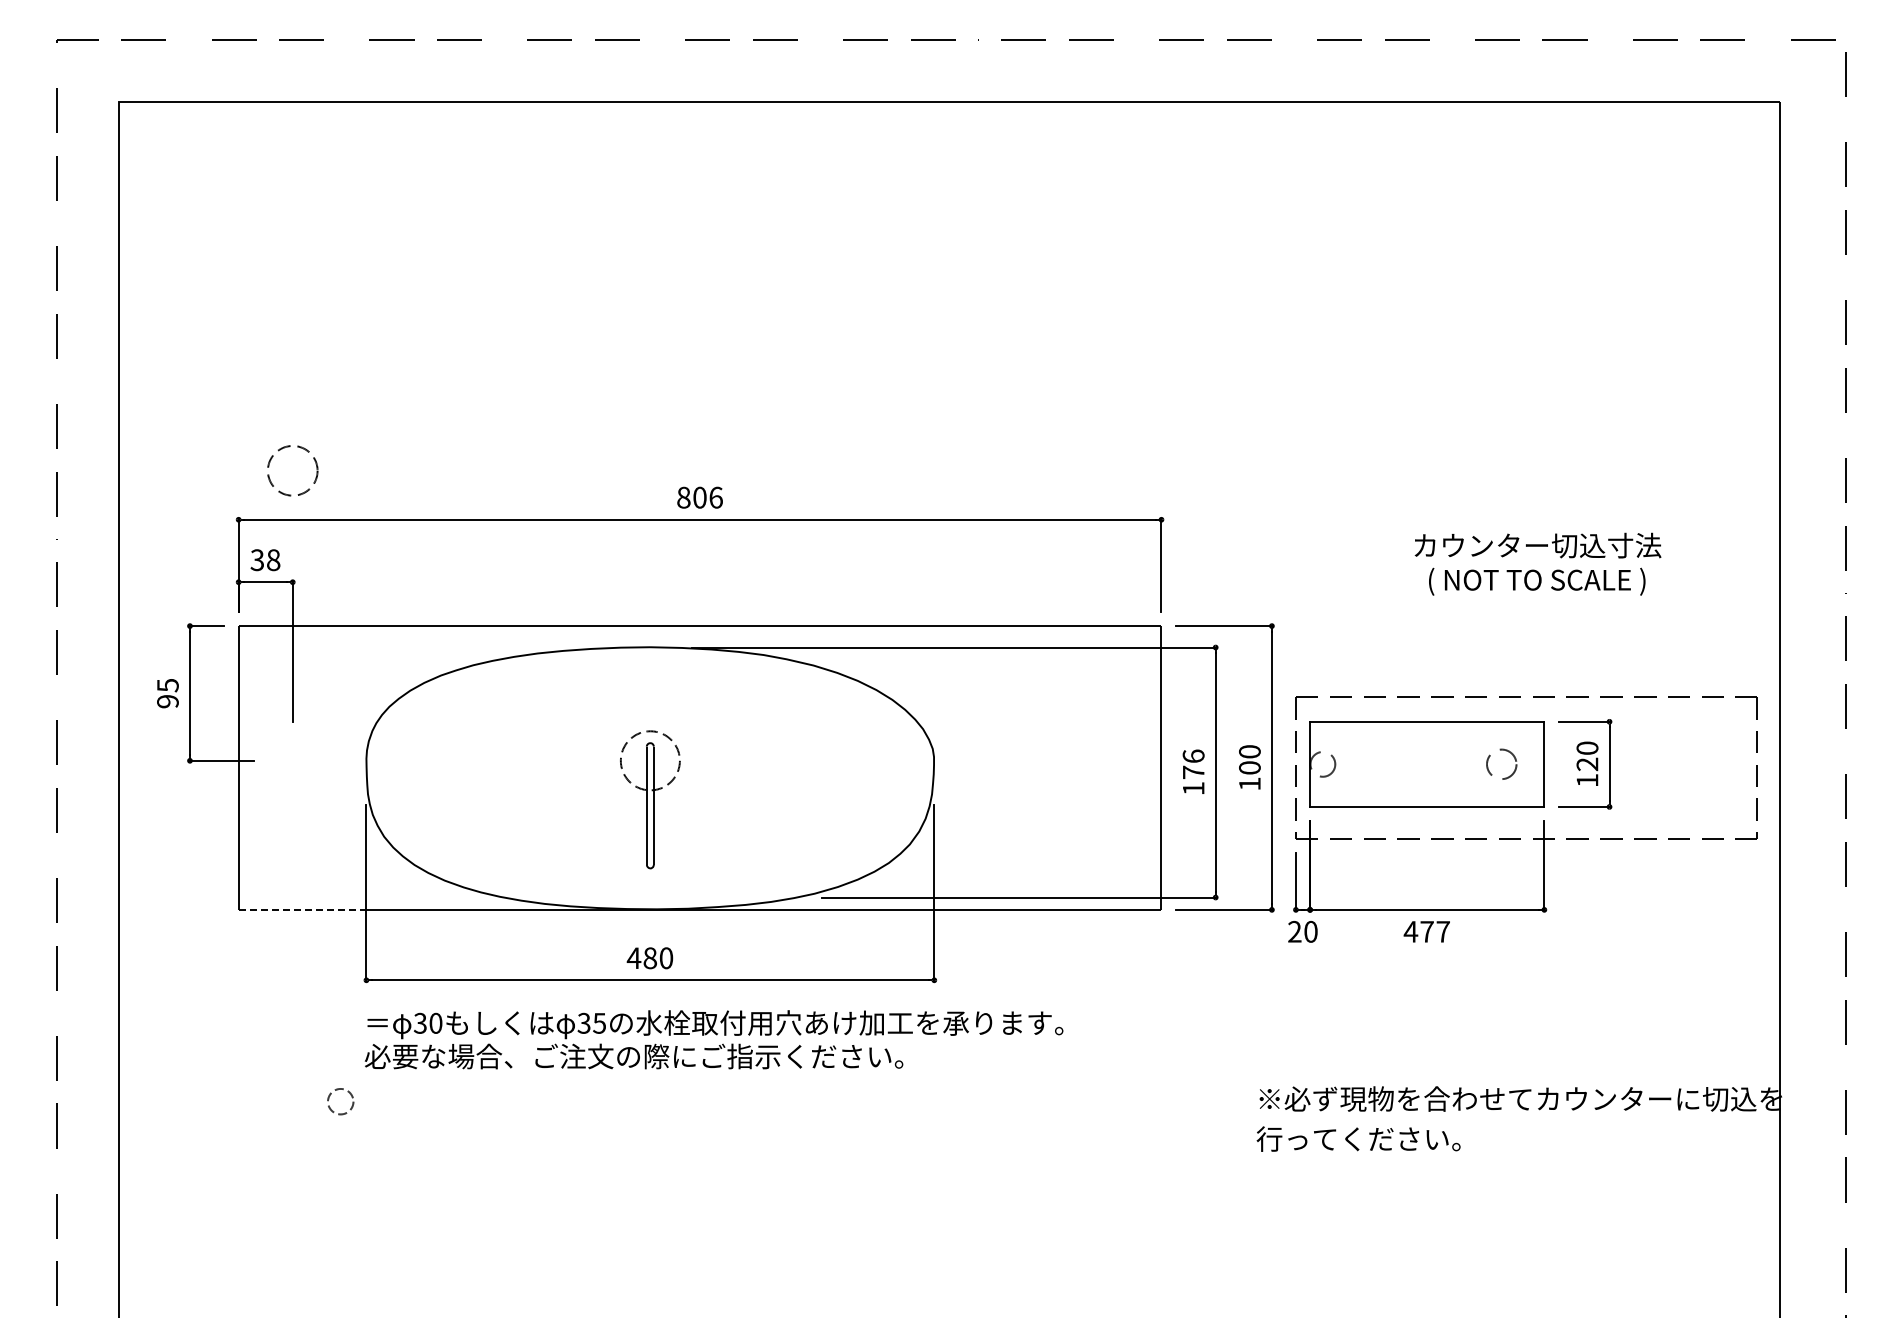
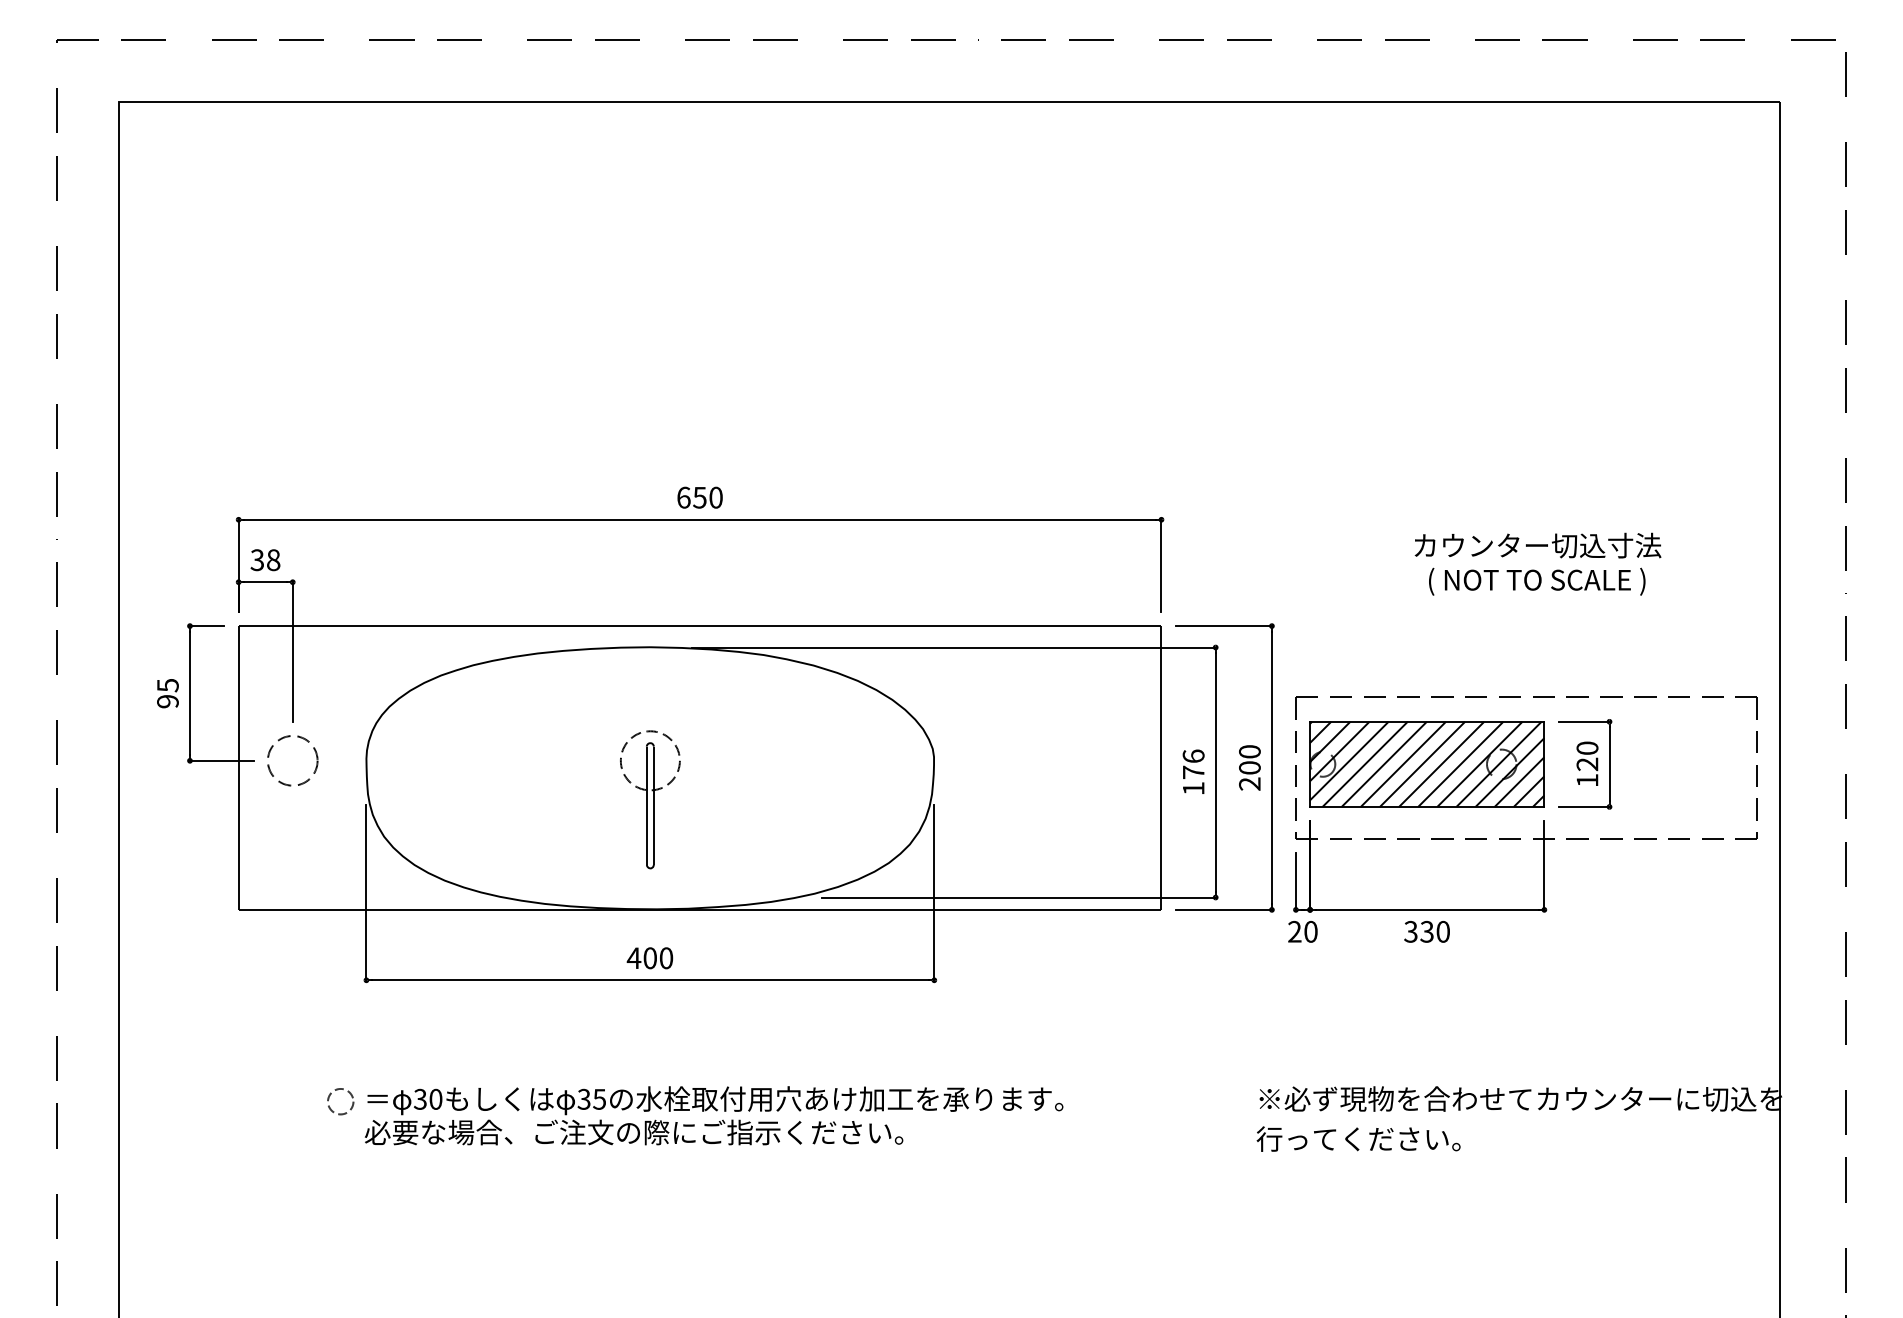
circle at (292, 470) position: (292, 470) -> (292, 760)
text at (699, 497): 806 -> 650
hatch at (1427, 763): none -> present
text at (1249, 783): 100 -> 200
line at (302, 909): dashed -> solid
text at (1426, 931): 477 -> 330
text at (649, 958): 480 -> 400
text at (713, 1039) position: (713, 1039) -> (713, 1115)
